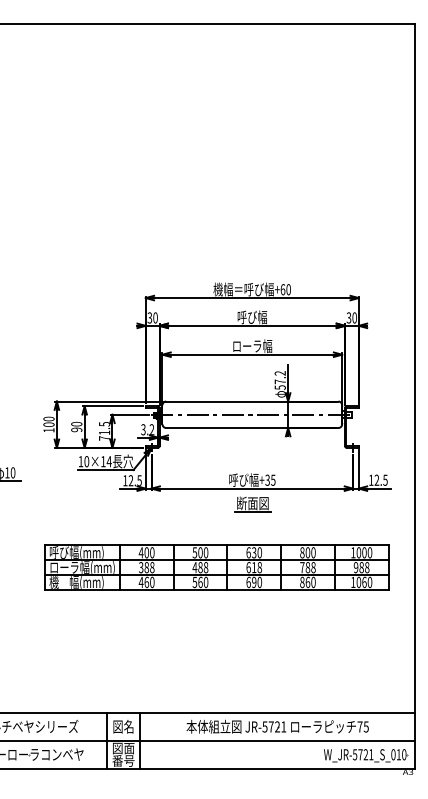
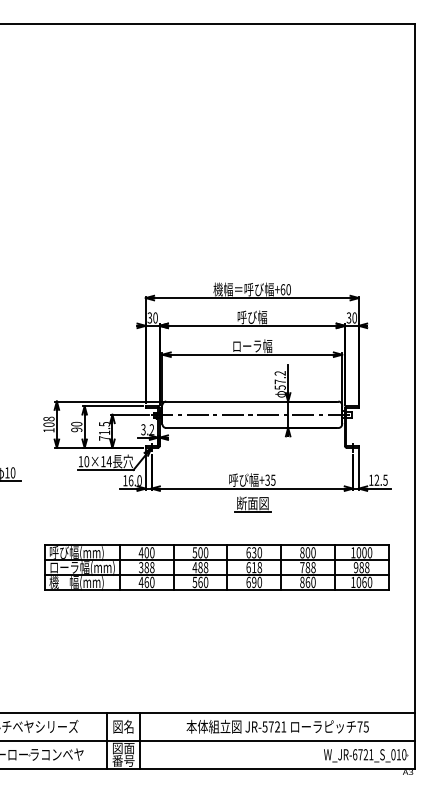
text at (49, 418): 100 -> 108
text at (134, 480): 12.5 -> 16.0
text at (355, 754): W_JR-5721_S_010 -> W_JR-6721_S_010
